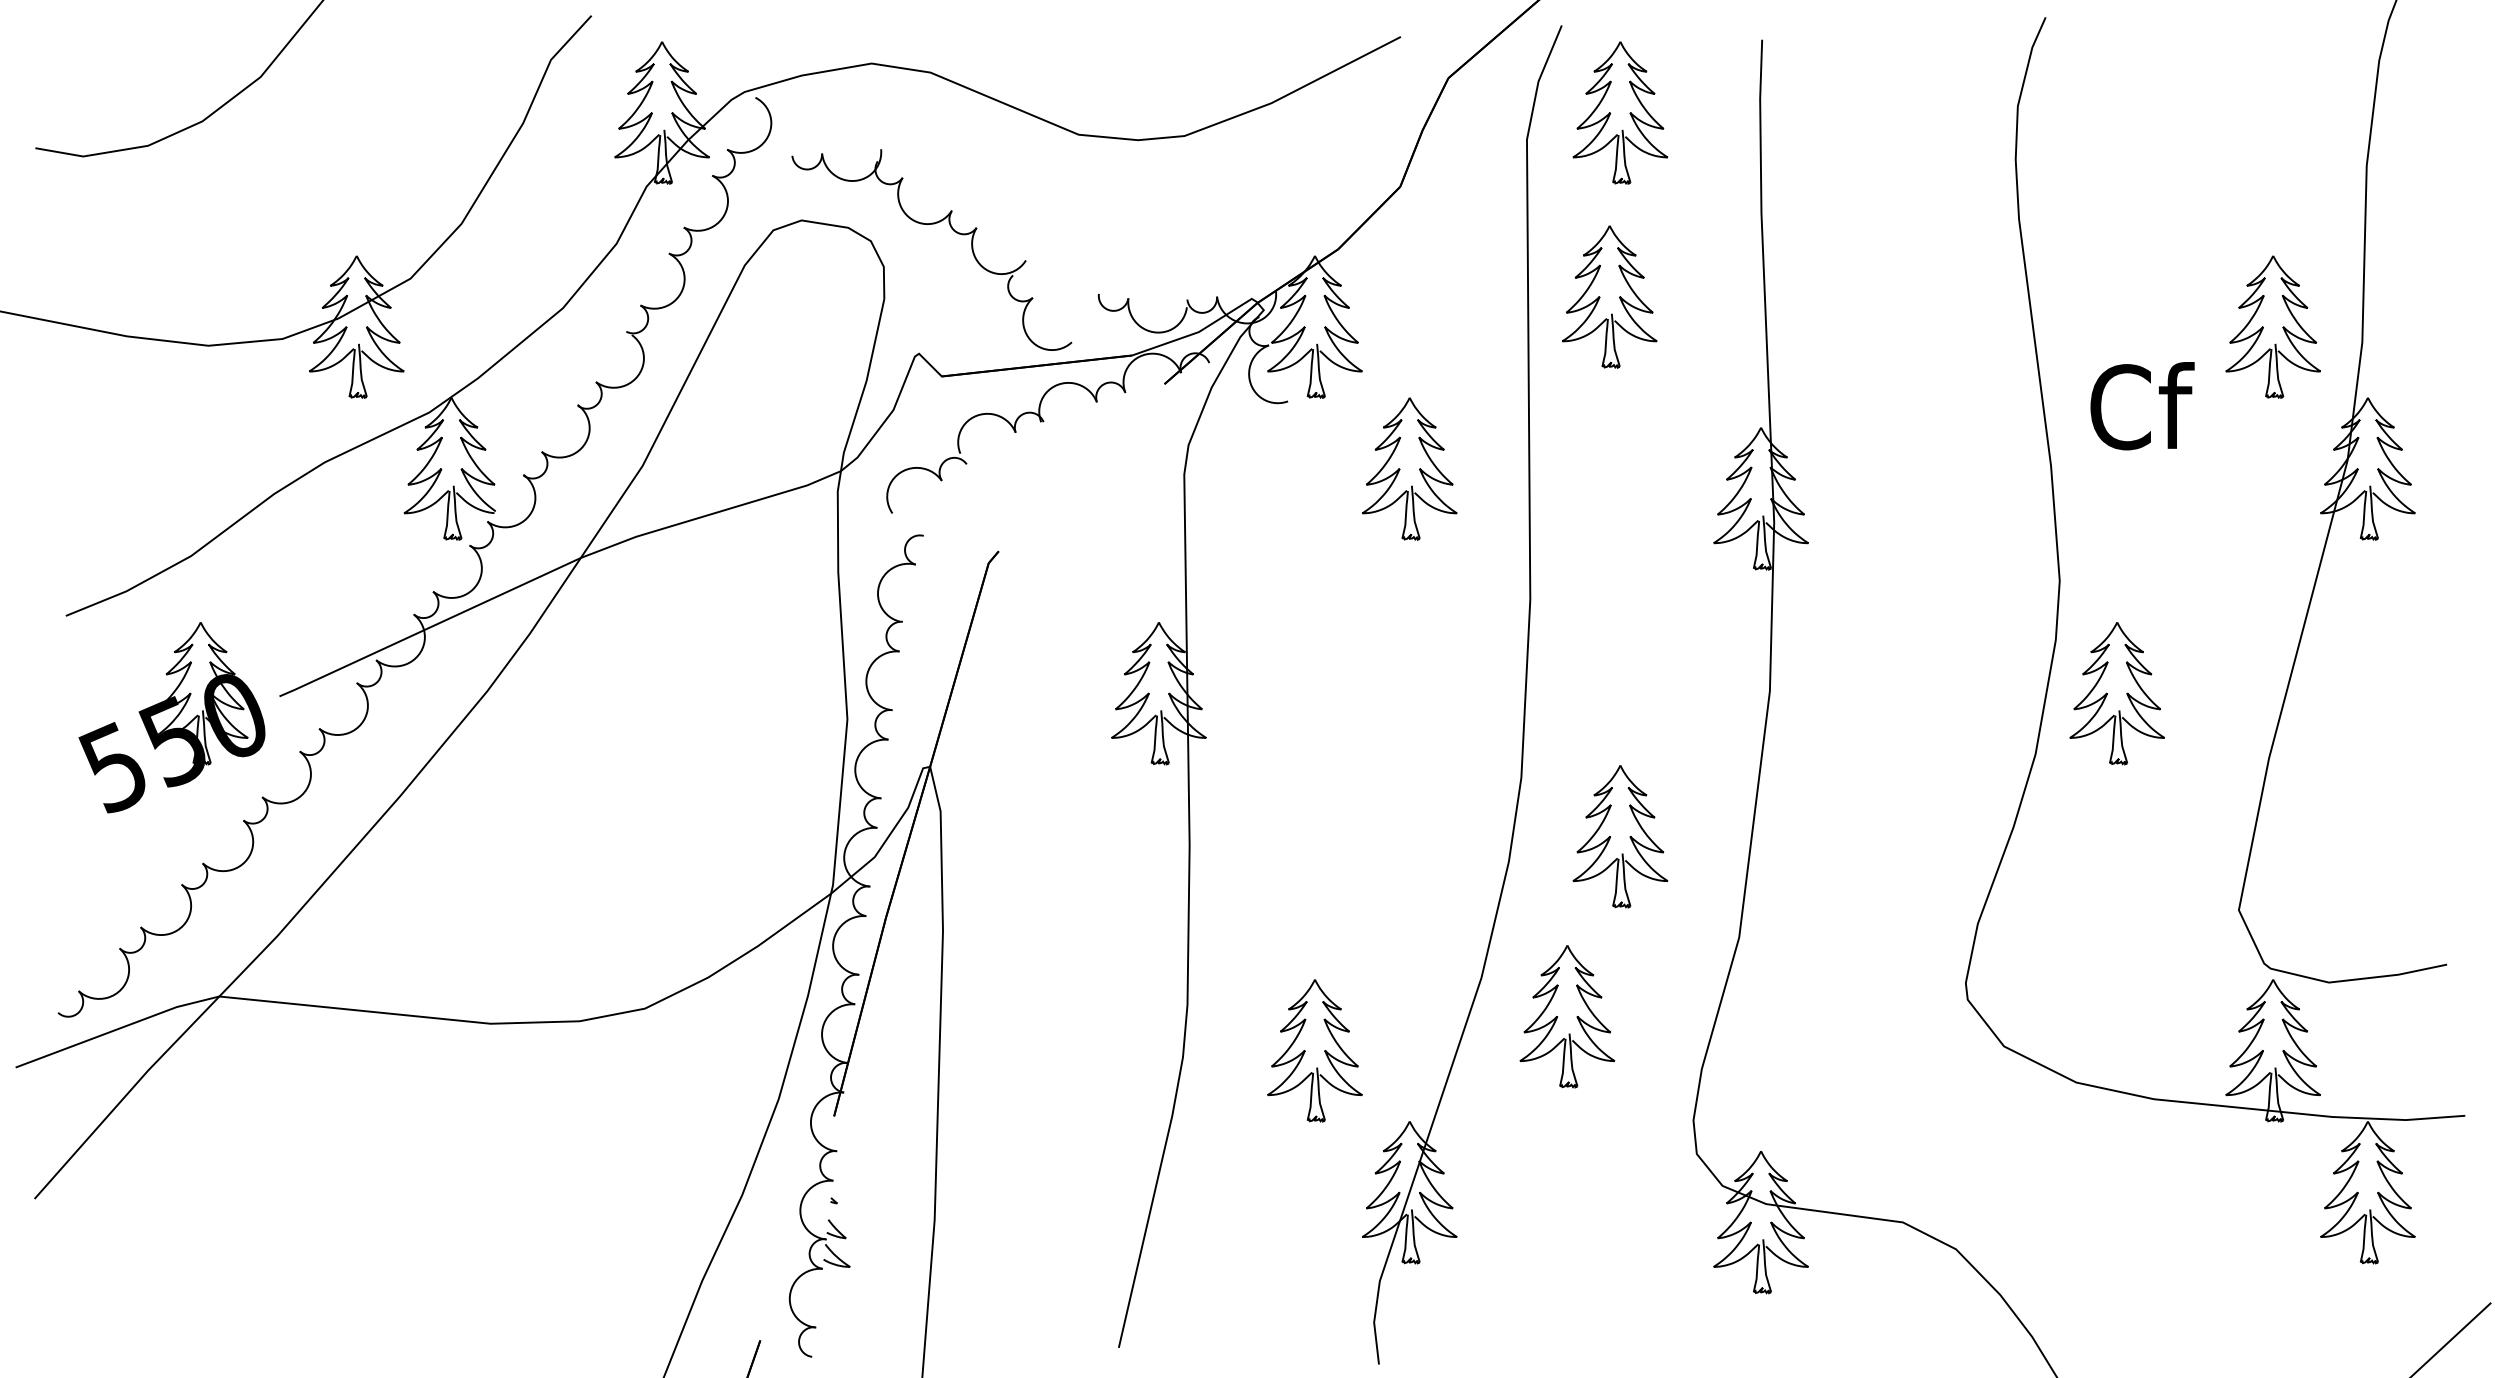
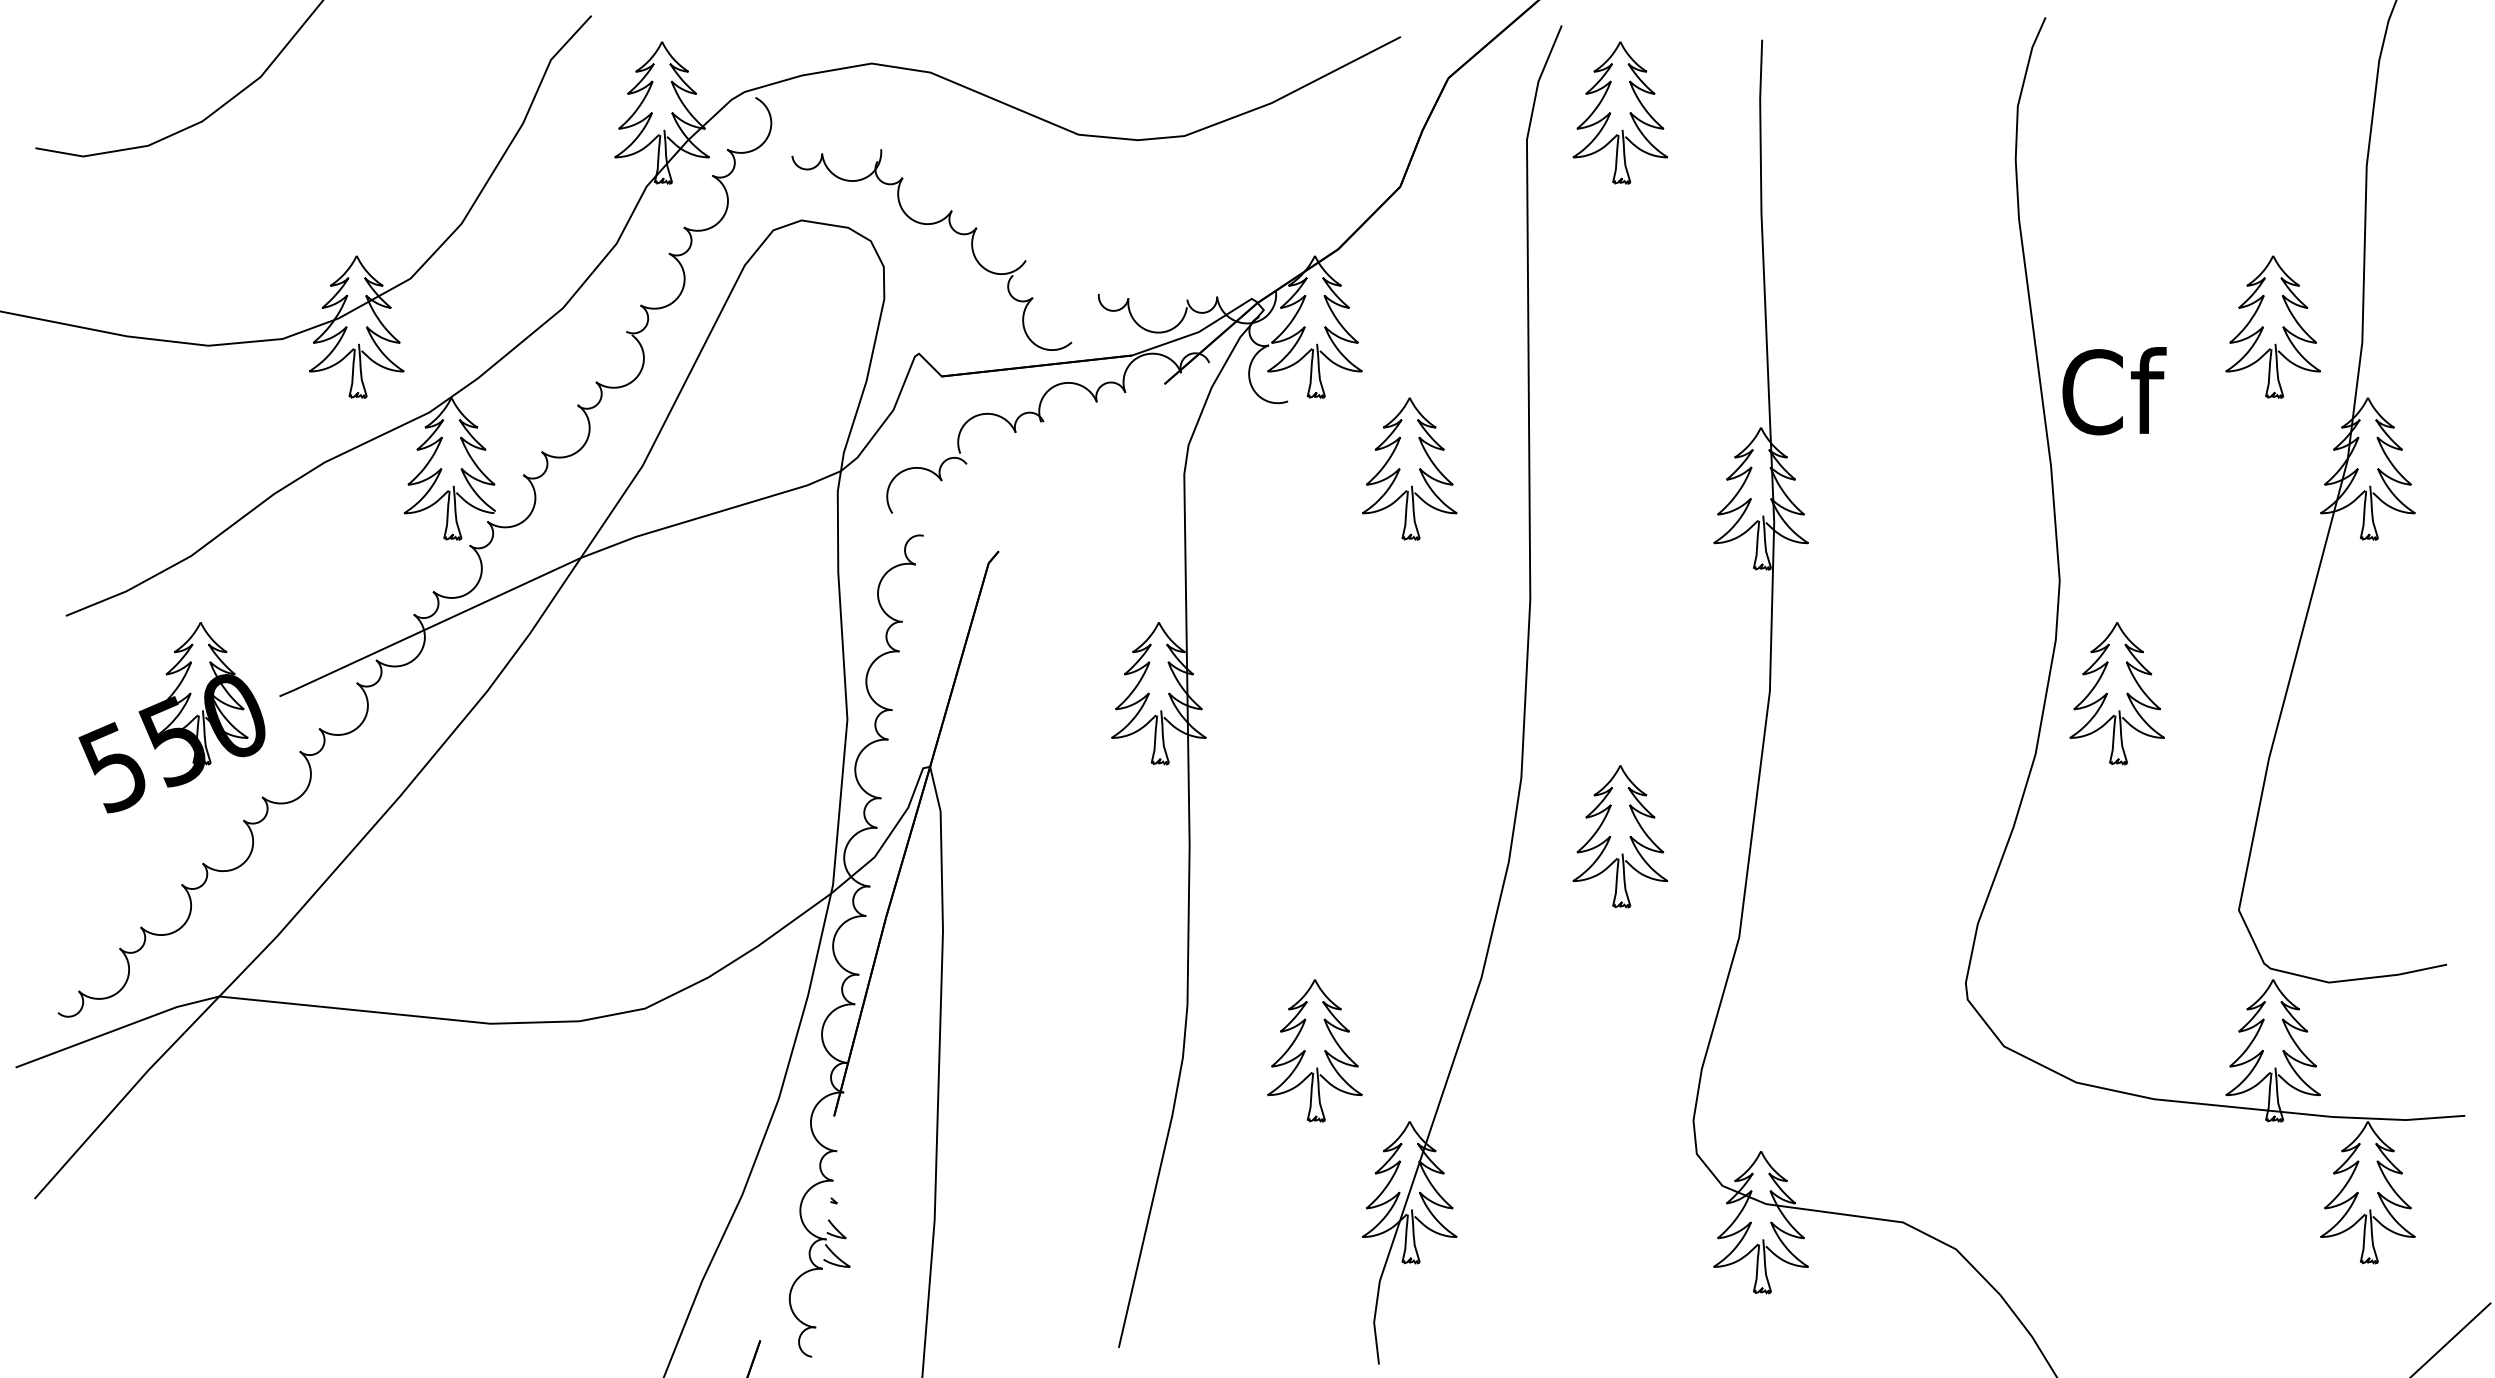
part at (1609, 296): present -> none
text at (2142, 406) position: (2142, 406) -> (2114, 391)
part at (1567, 1016): present -> none
